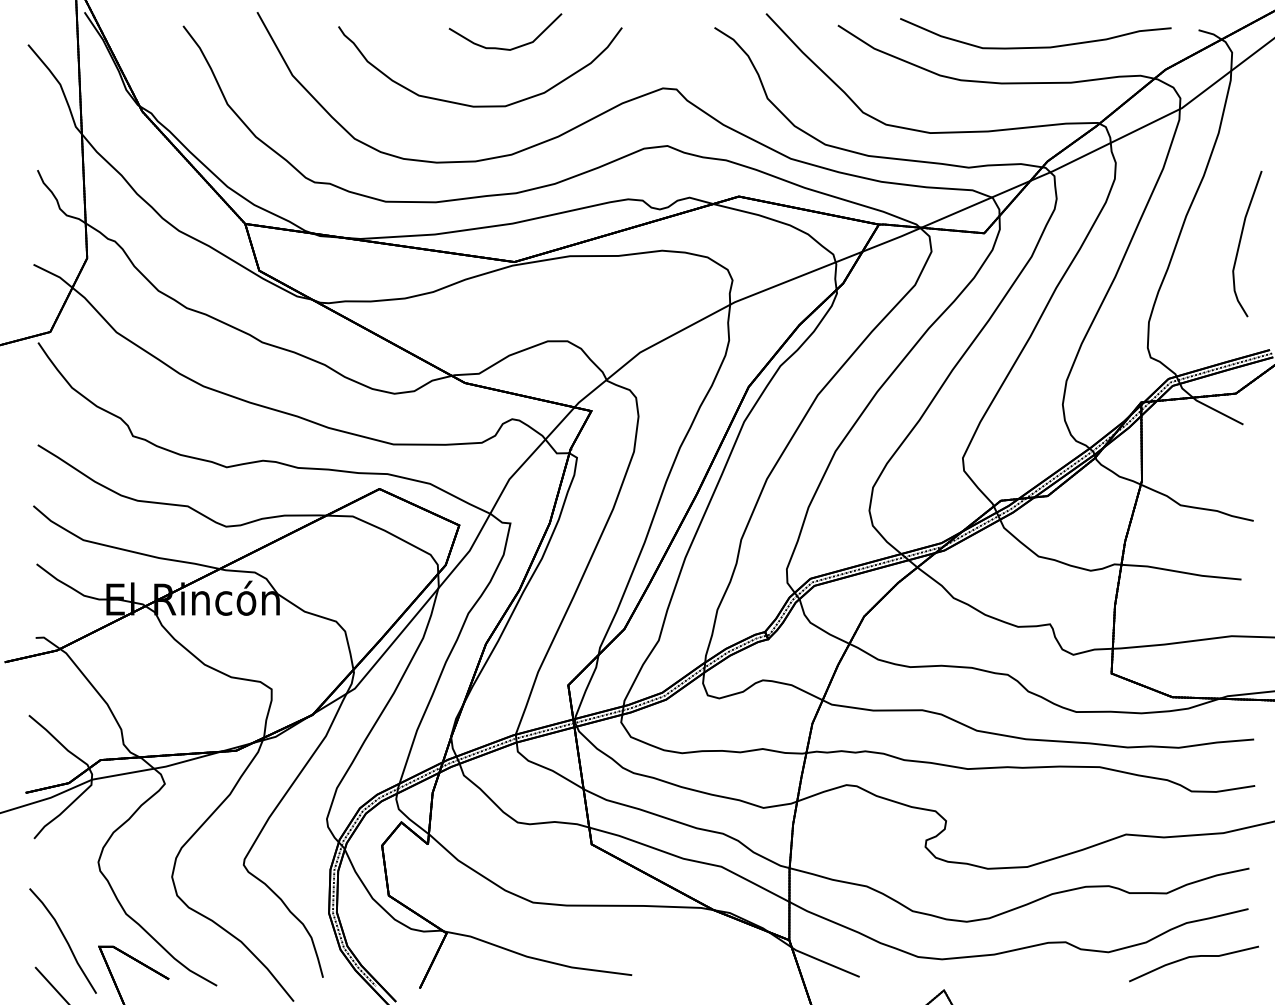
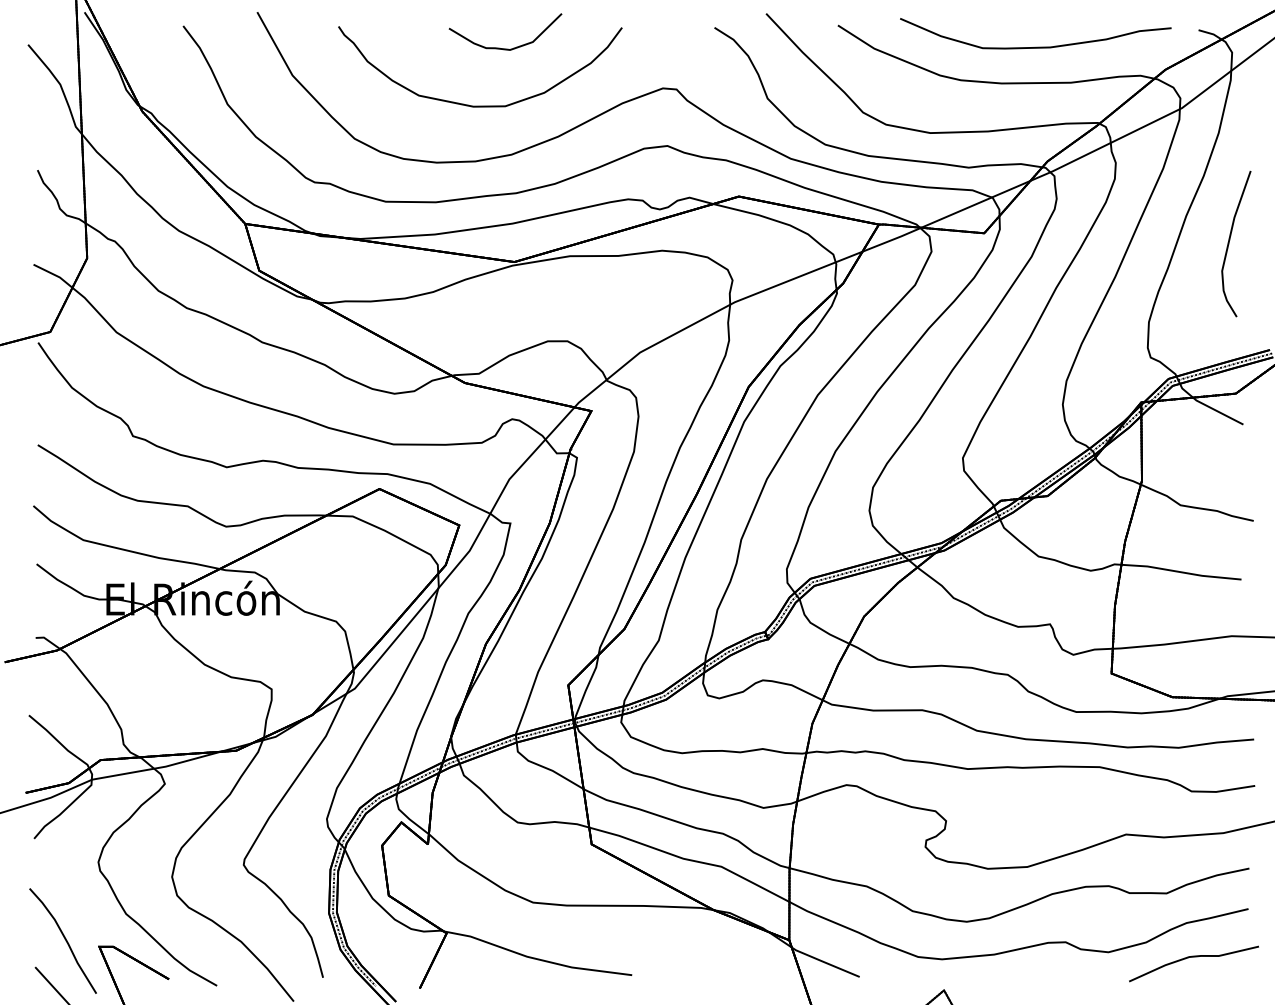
part at (1241, 240) position: (1241, 240) -> (1230, 240)
